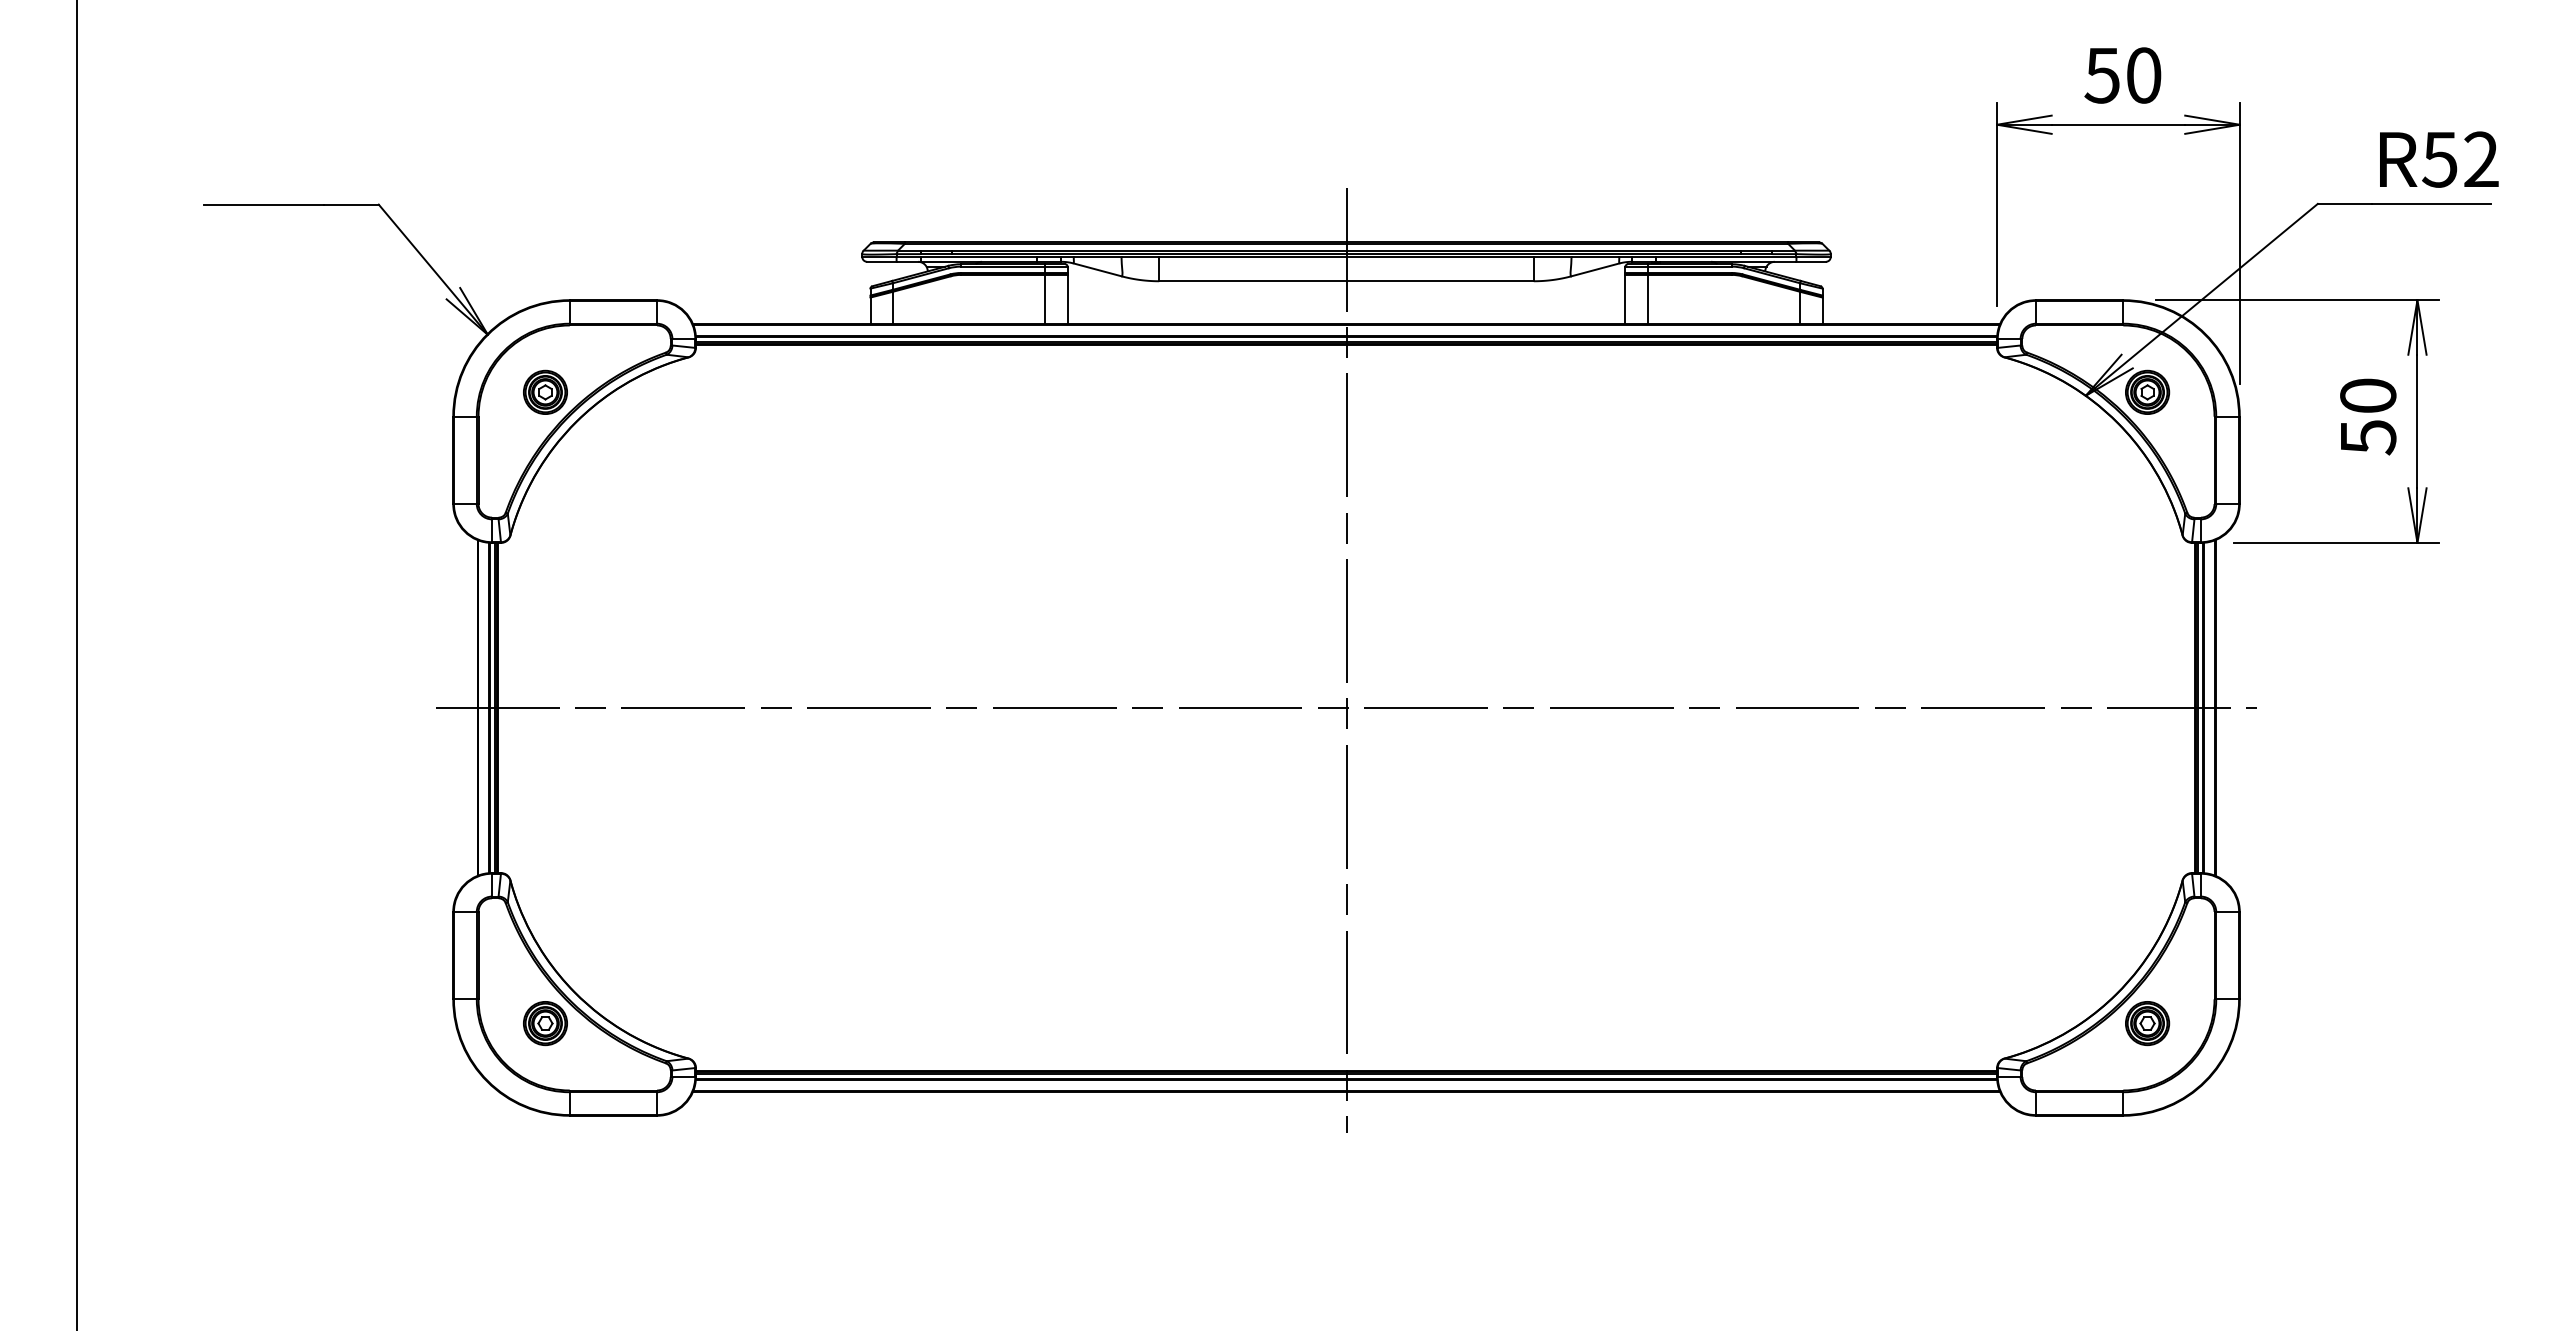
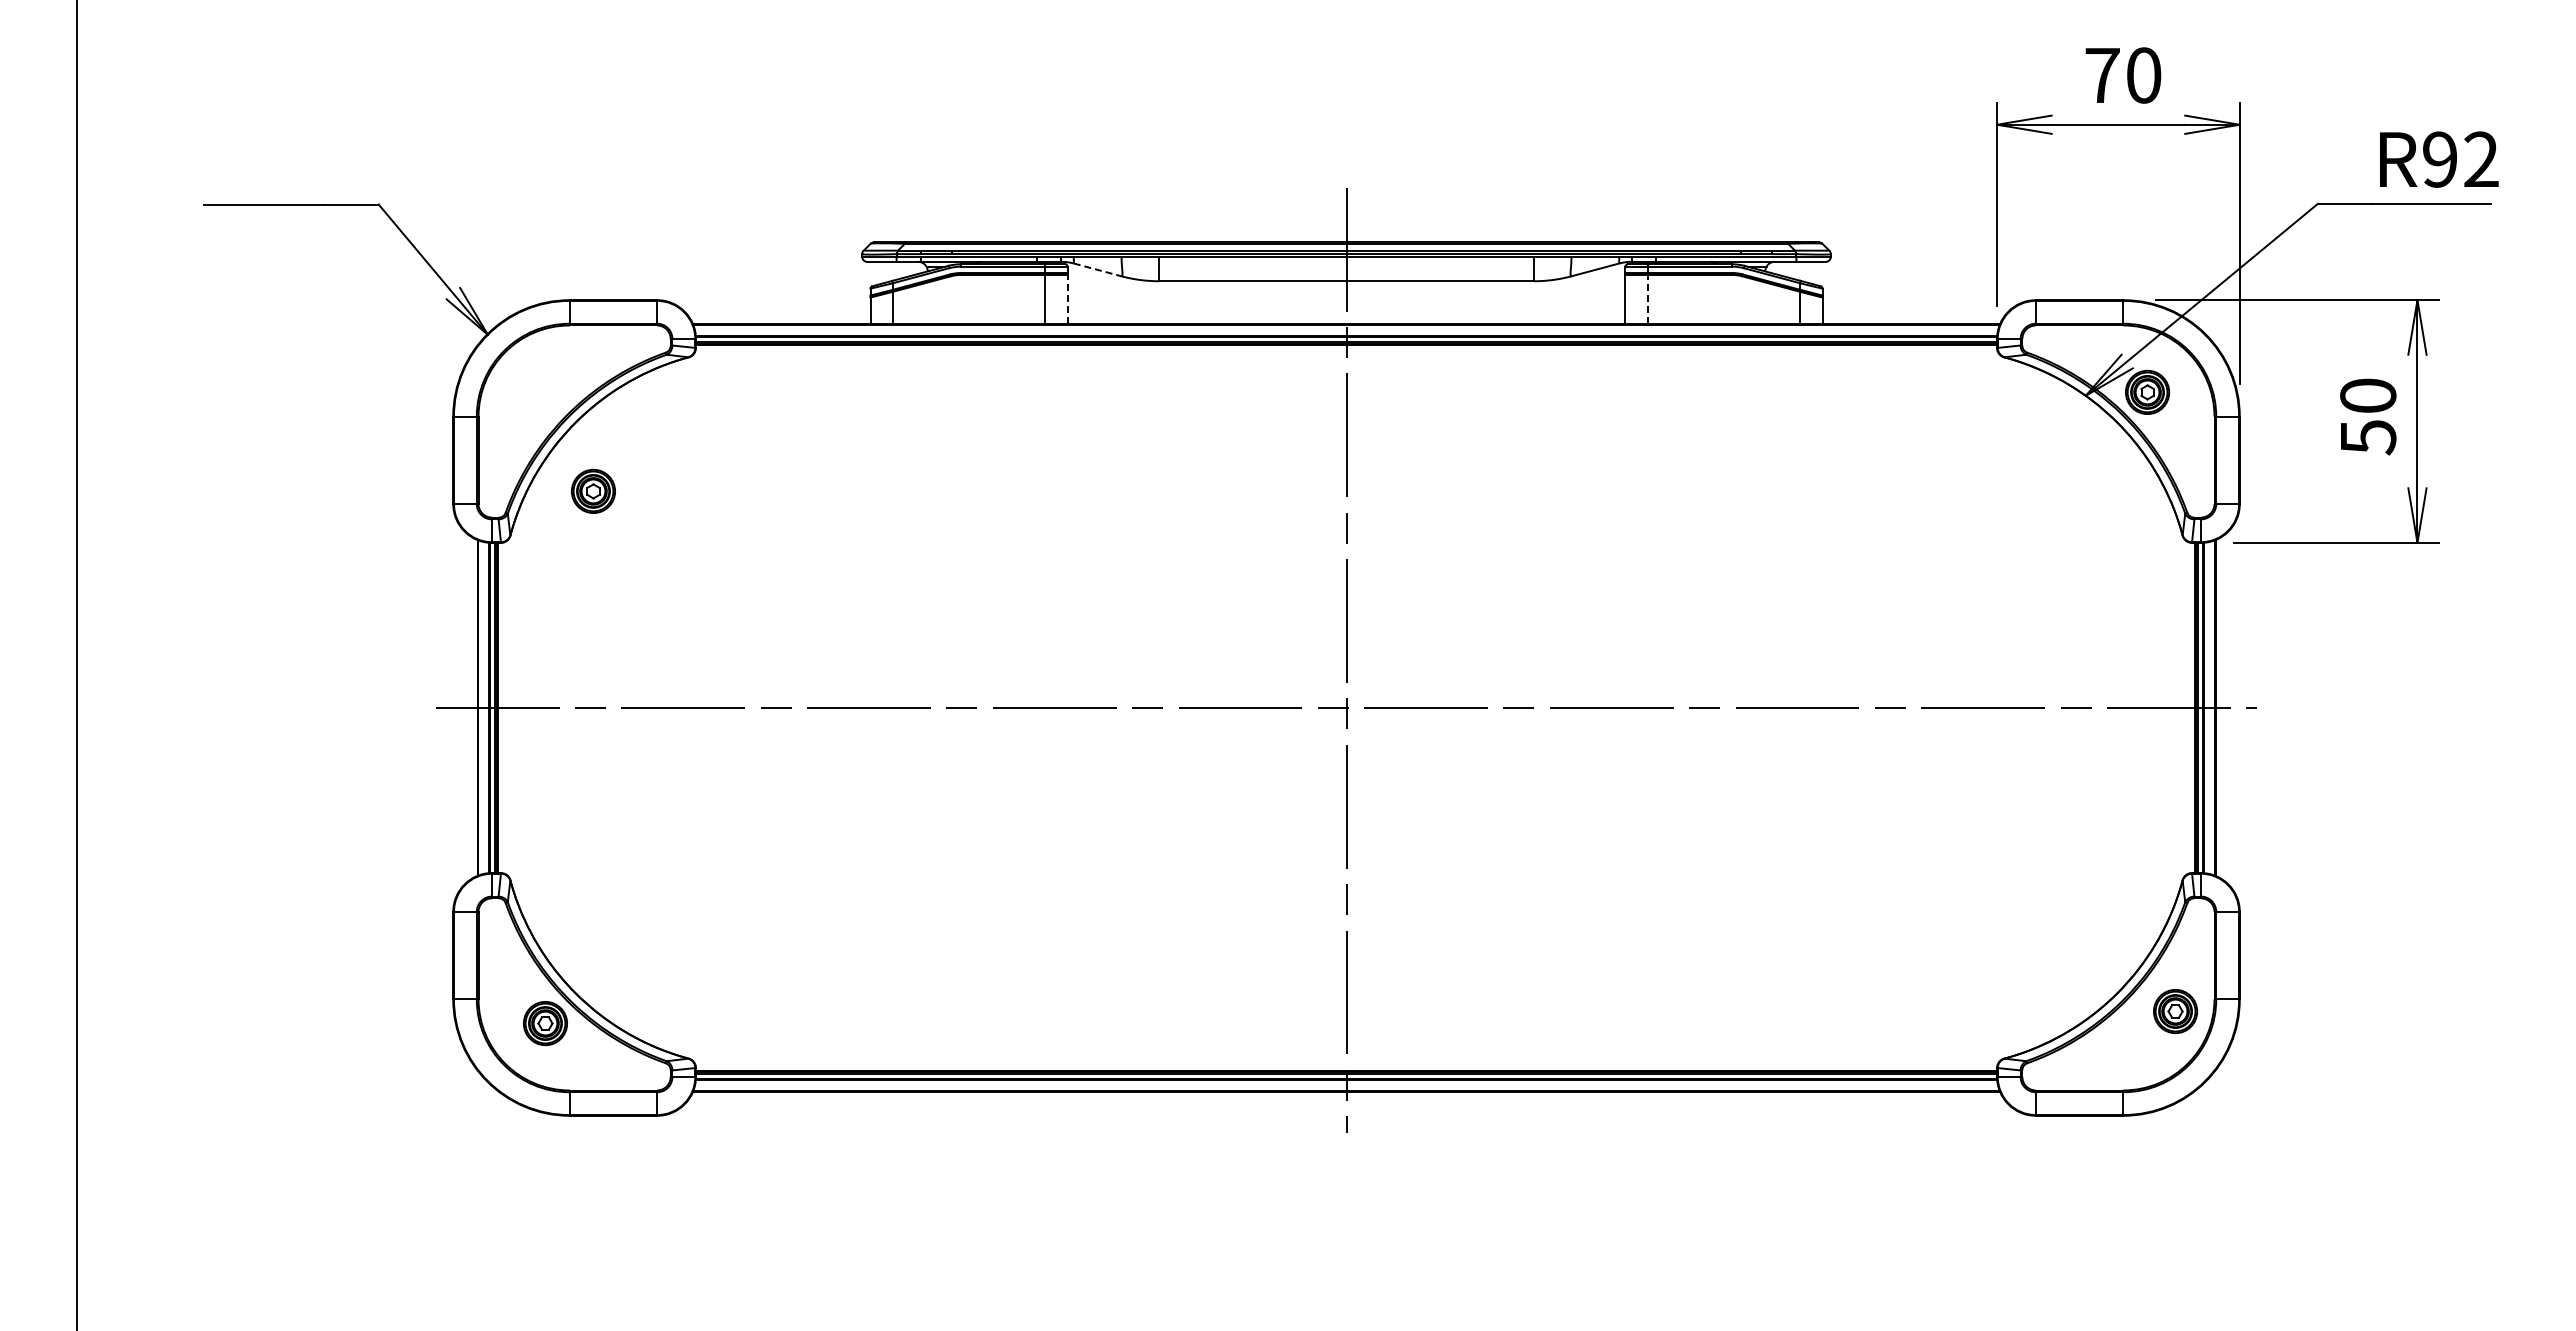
text at (2101, 75): 50 -> 70
text at (2439, 159): R52 -> R92
line at (1097, 269): solid -> dashed
line at (1067, 299): solid -> dashed
line at (1647, 299): solid -> dashed
part at (545, 391) position: (545, 391) -> (593, 490)
part at (2147, 1023) position: (2147, 1023) -> (2175, 1011)
